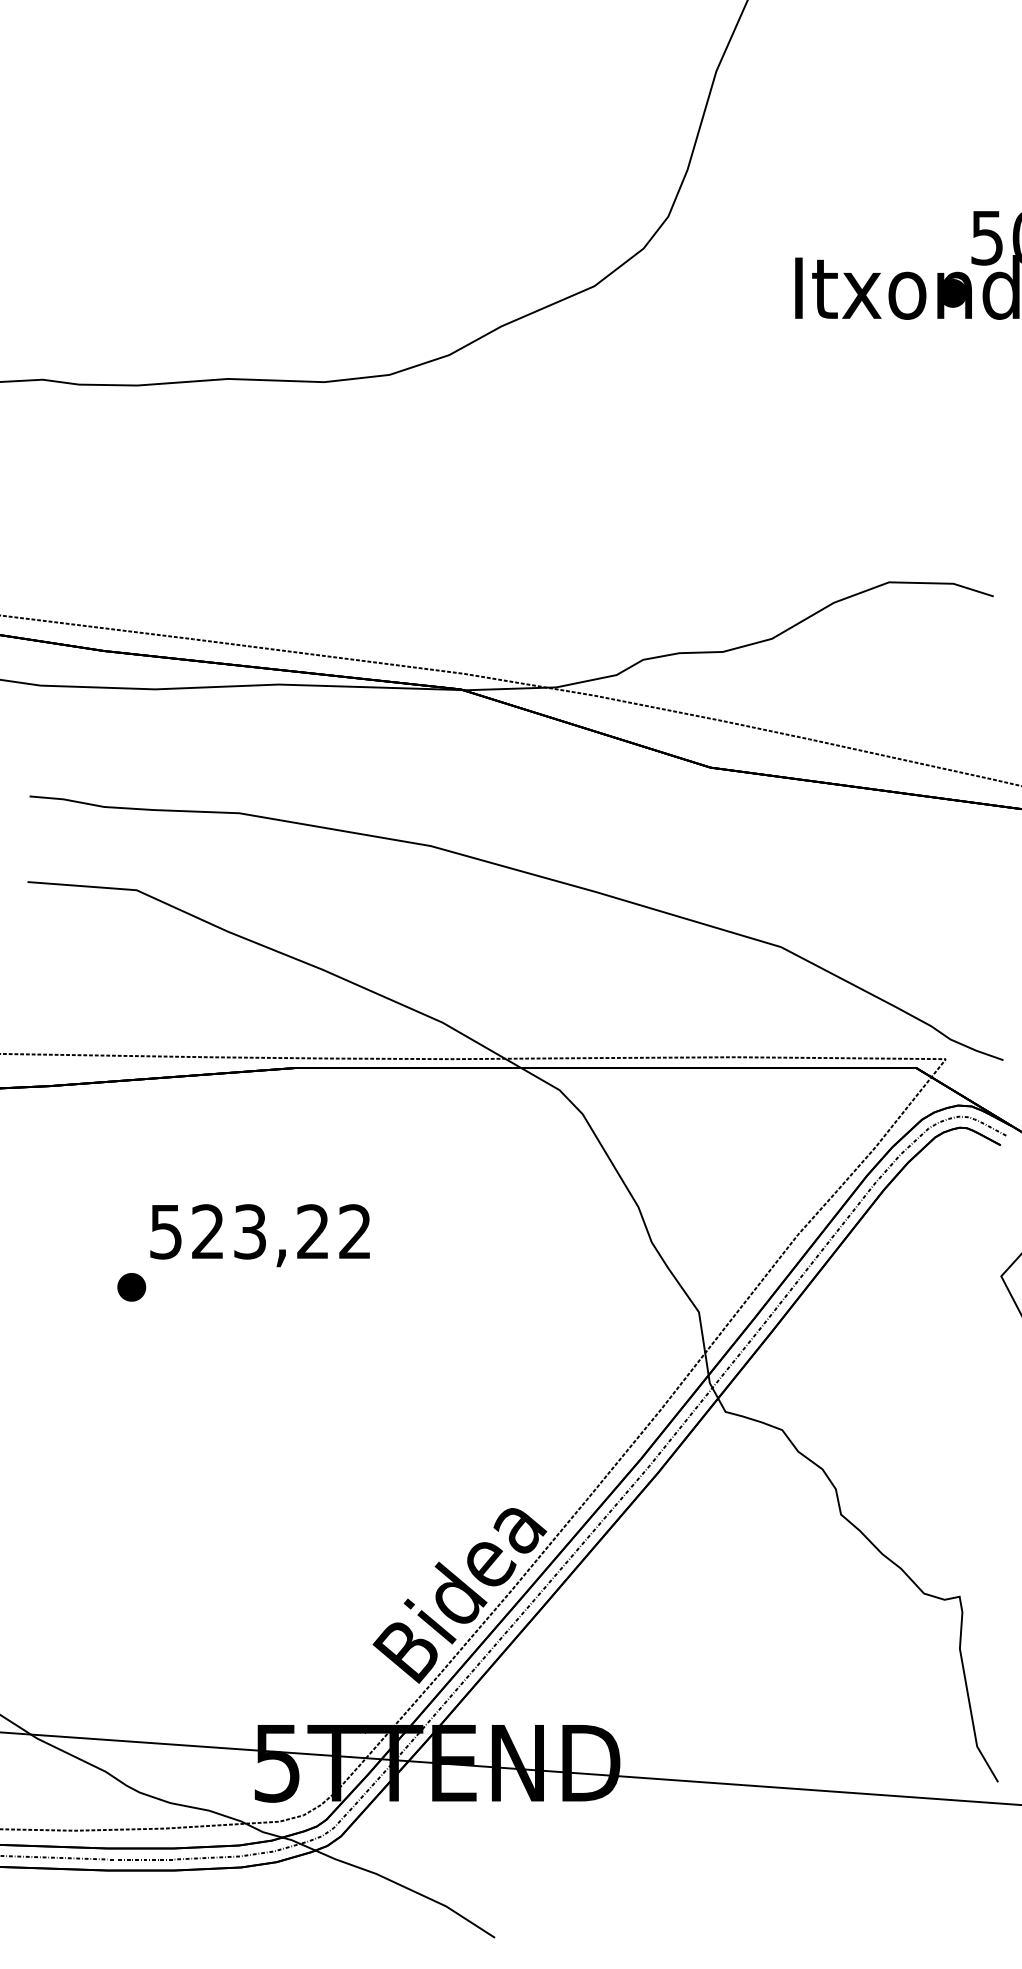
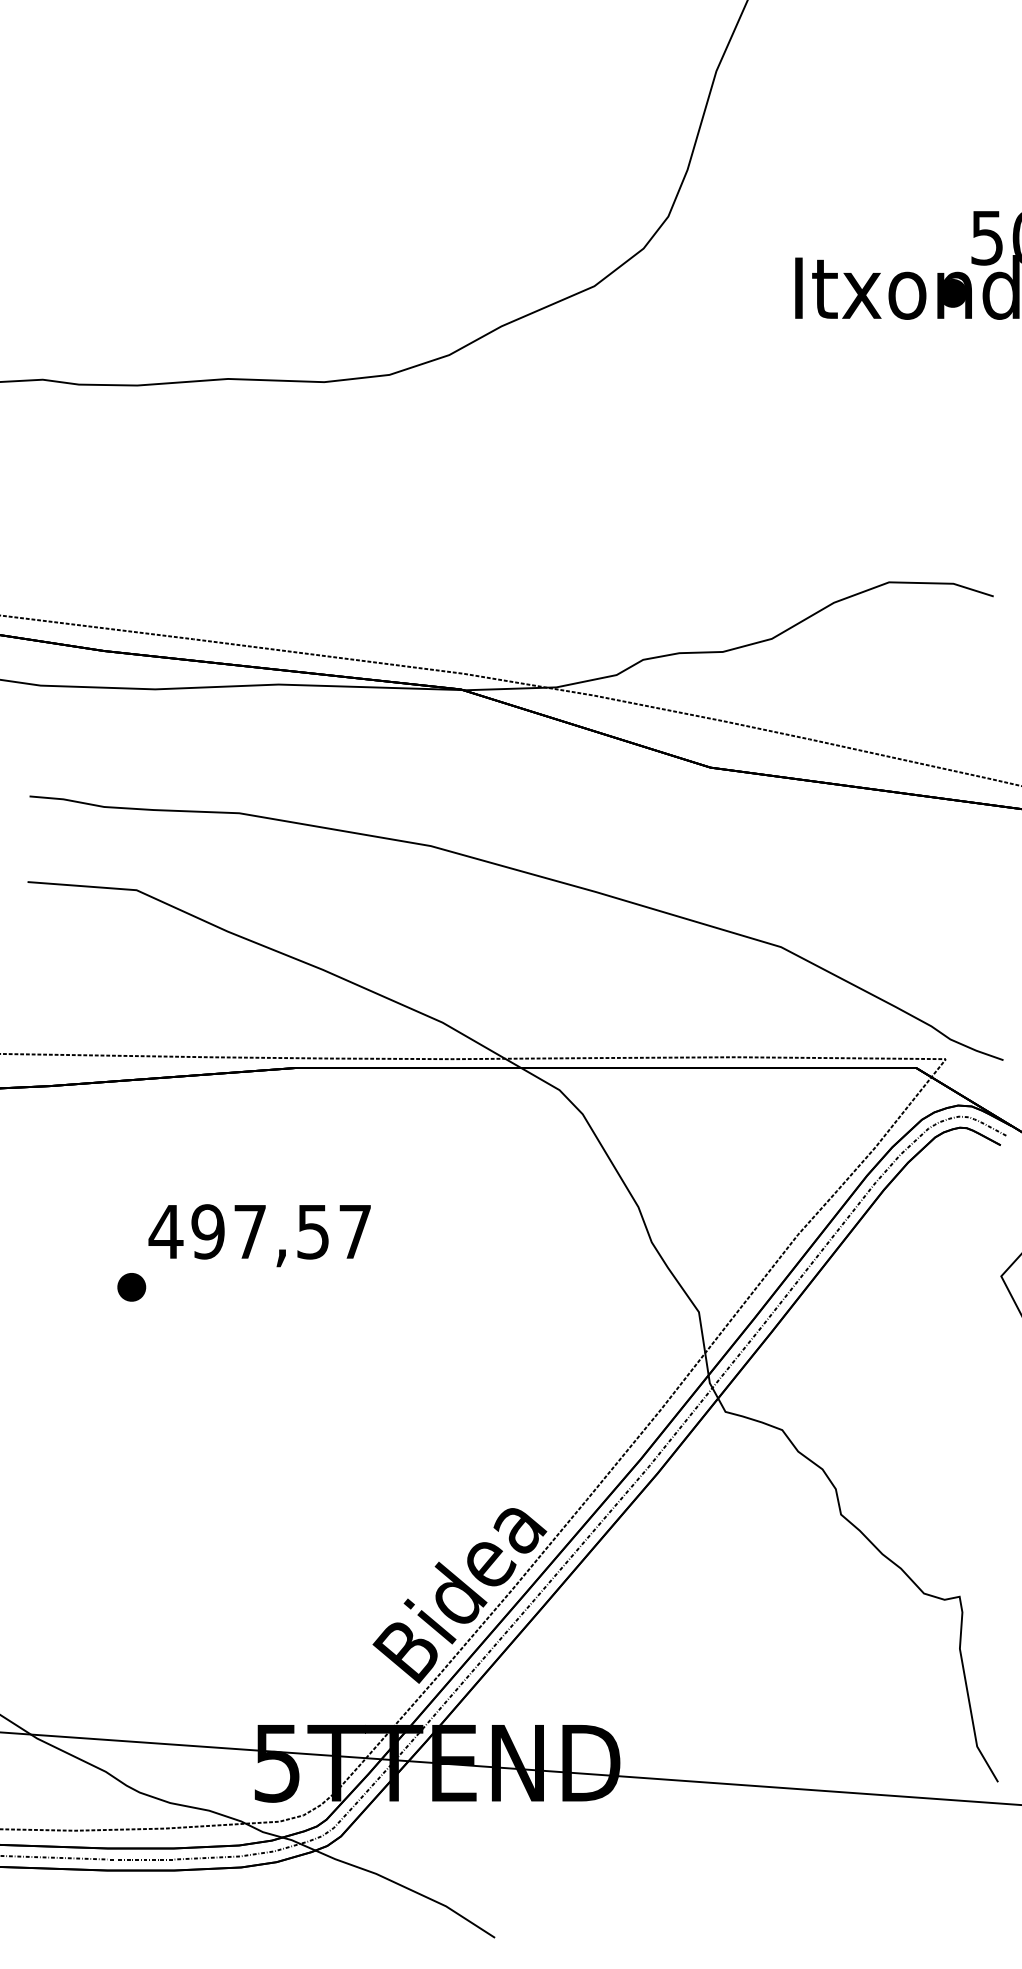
text at (259, 1231): 523,22 -> 497,57
